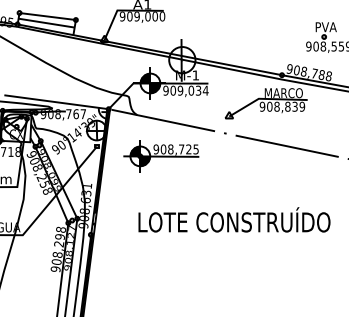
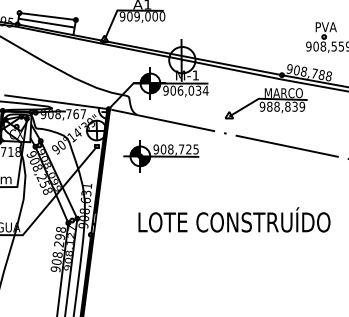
text at (180, 90): 909,034 -> 906,034
text at (269, 106): 908,839 -> 988,839
